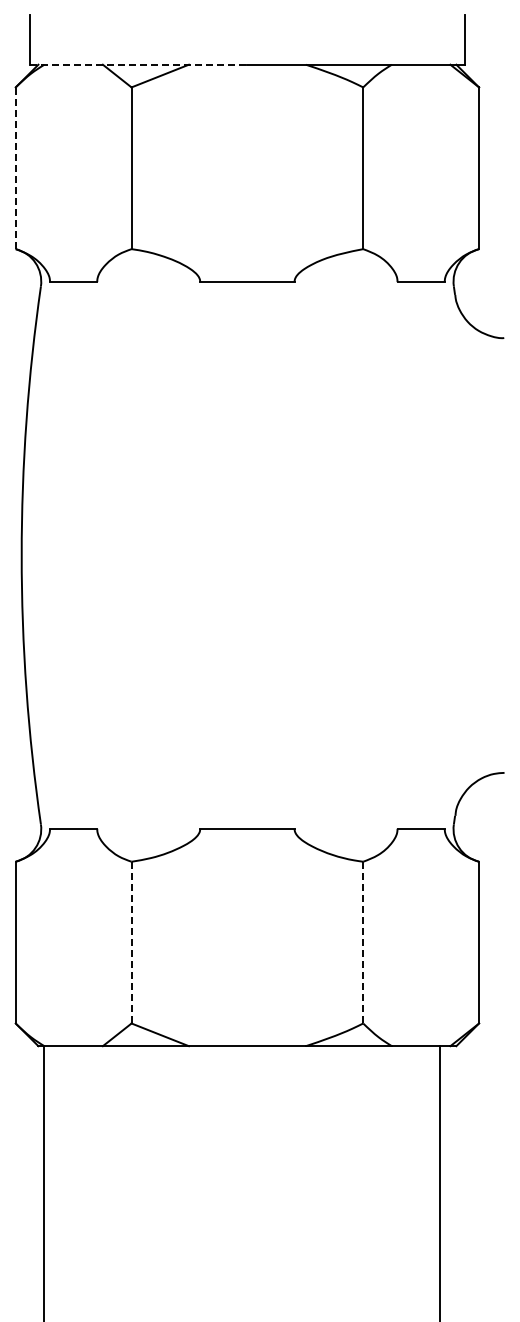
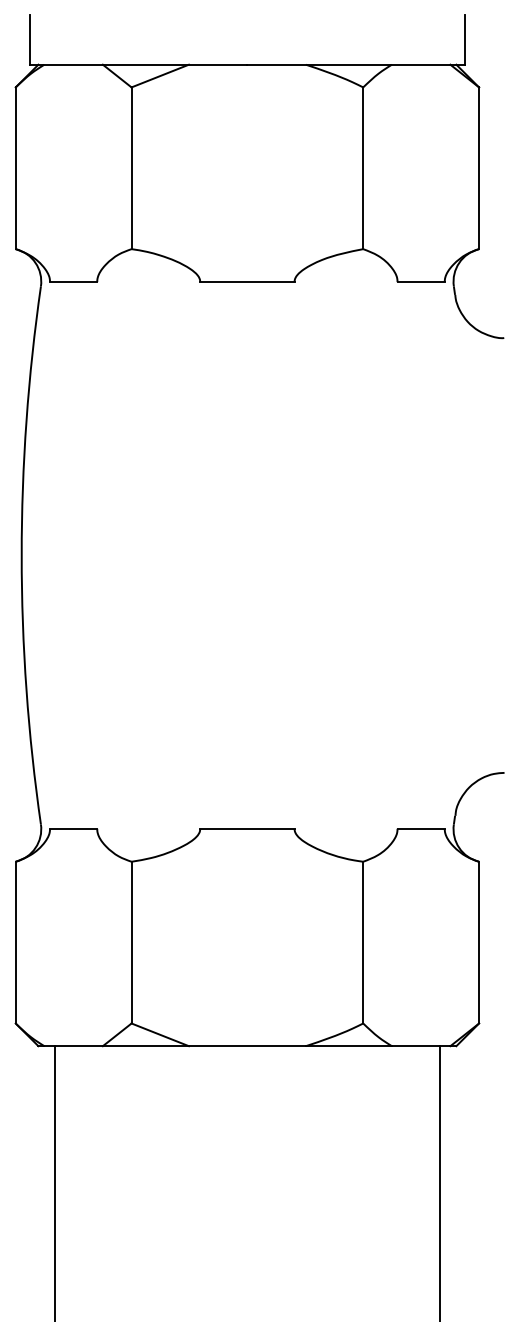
line at (138, 64): dashed -> solid
line at (15, 168): dashed -> solid
line at (131, 942): dashed -> solid
line at (363, 942): dashed -> solid
line at (44, 1182) position: (44, 1182) -> (55, 1182)
